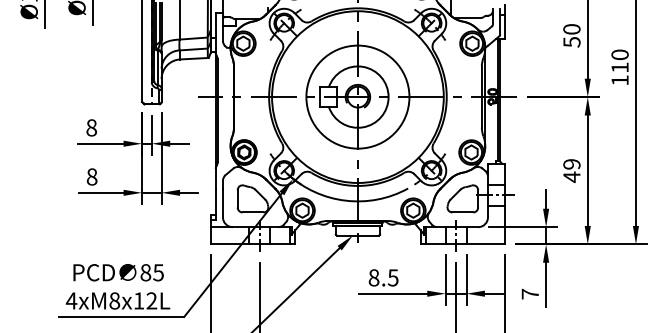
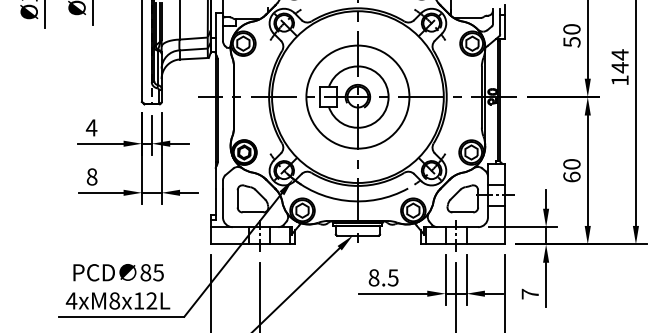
text at (619, 61): 110 -> 144
text at (91, 127): 8 -> 4
text at (571, 170): 49 -> 60
